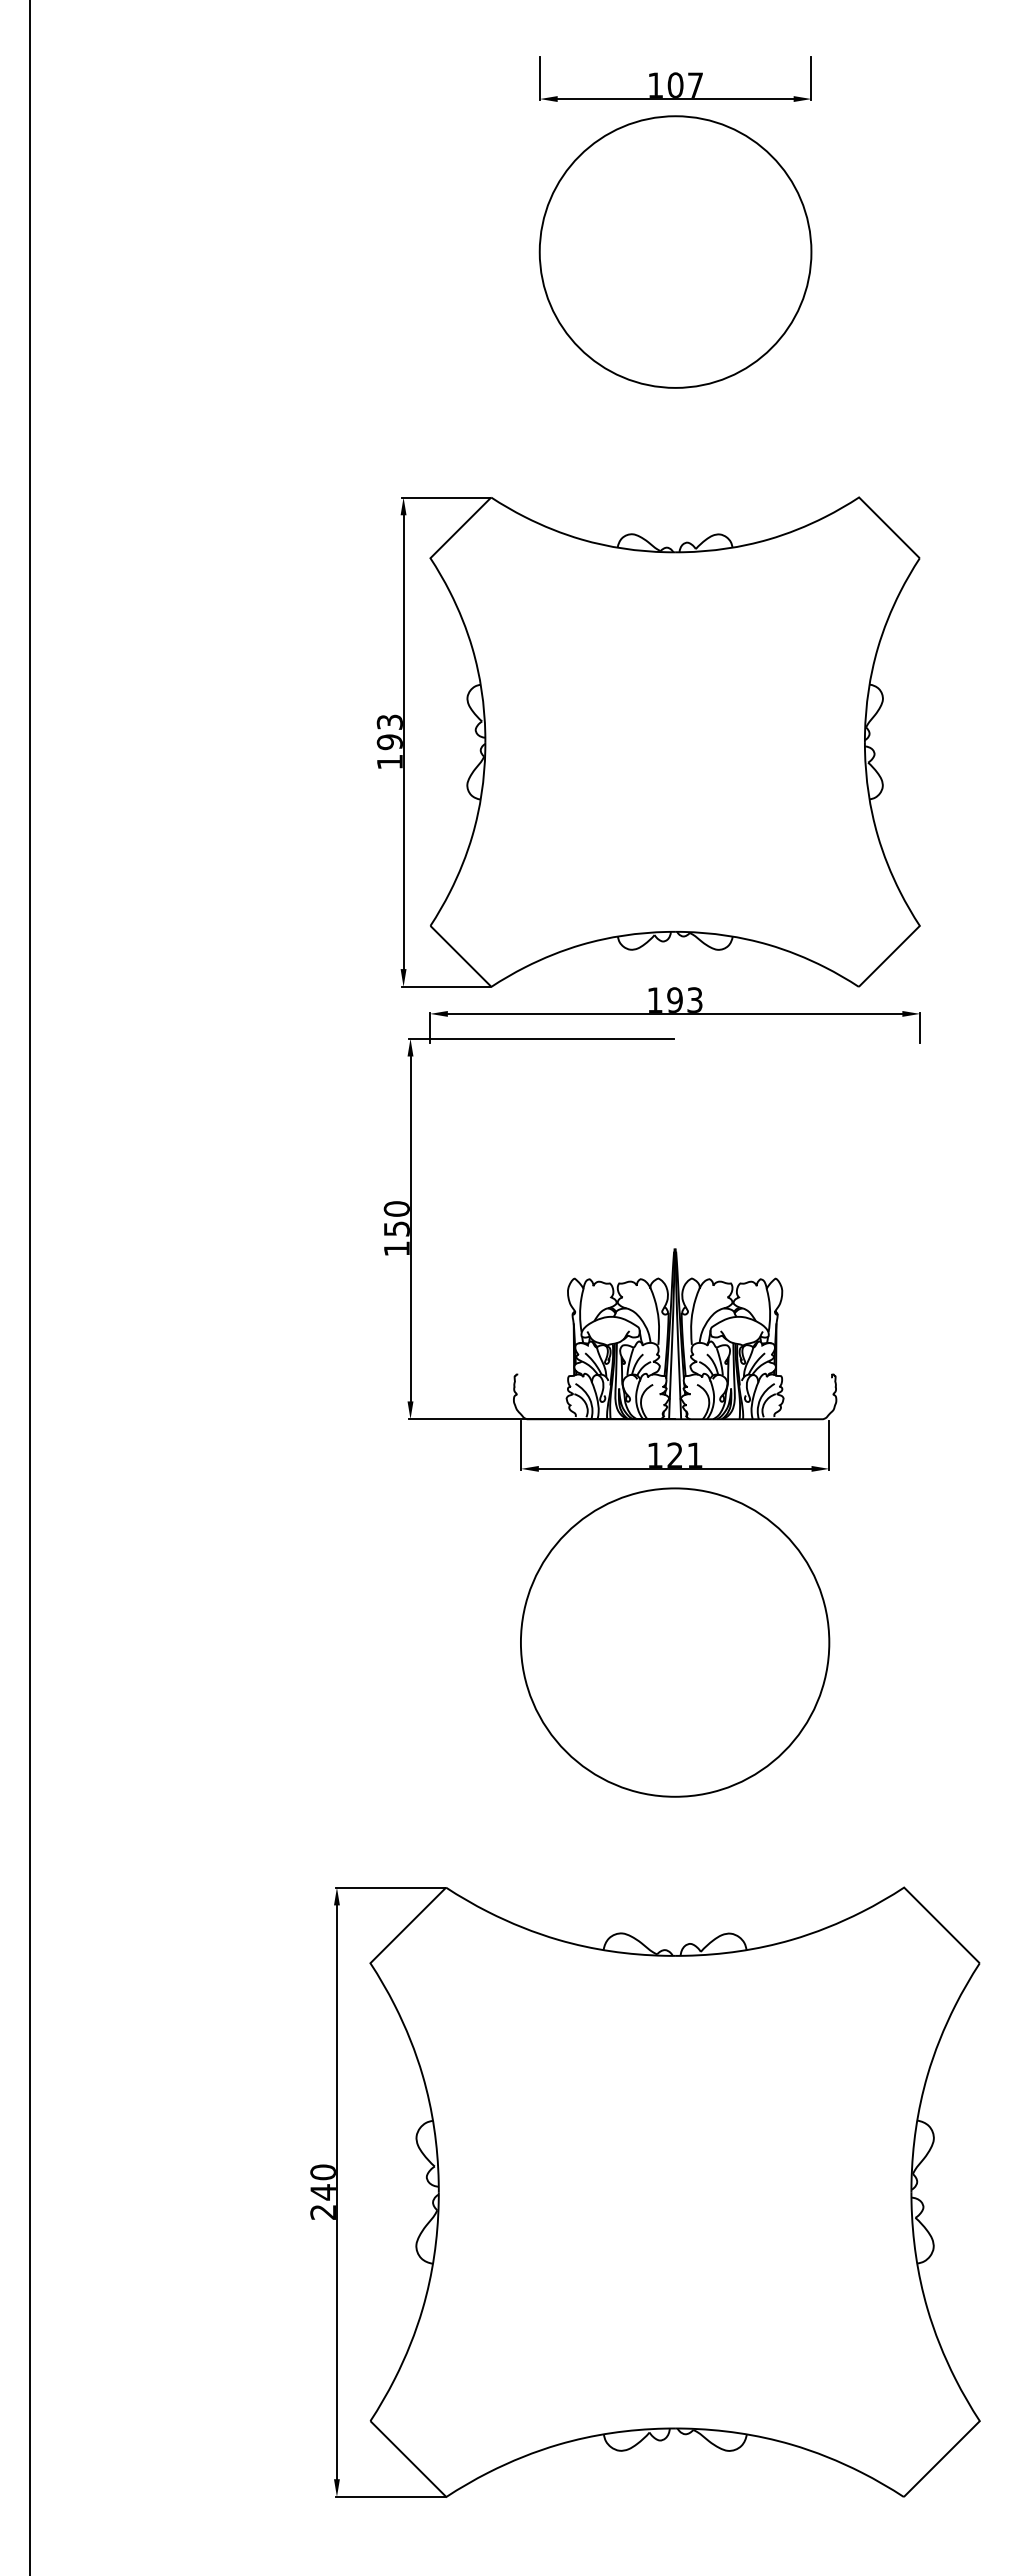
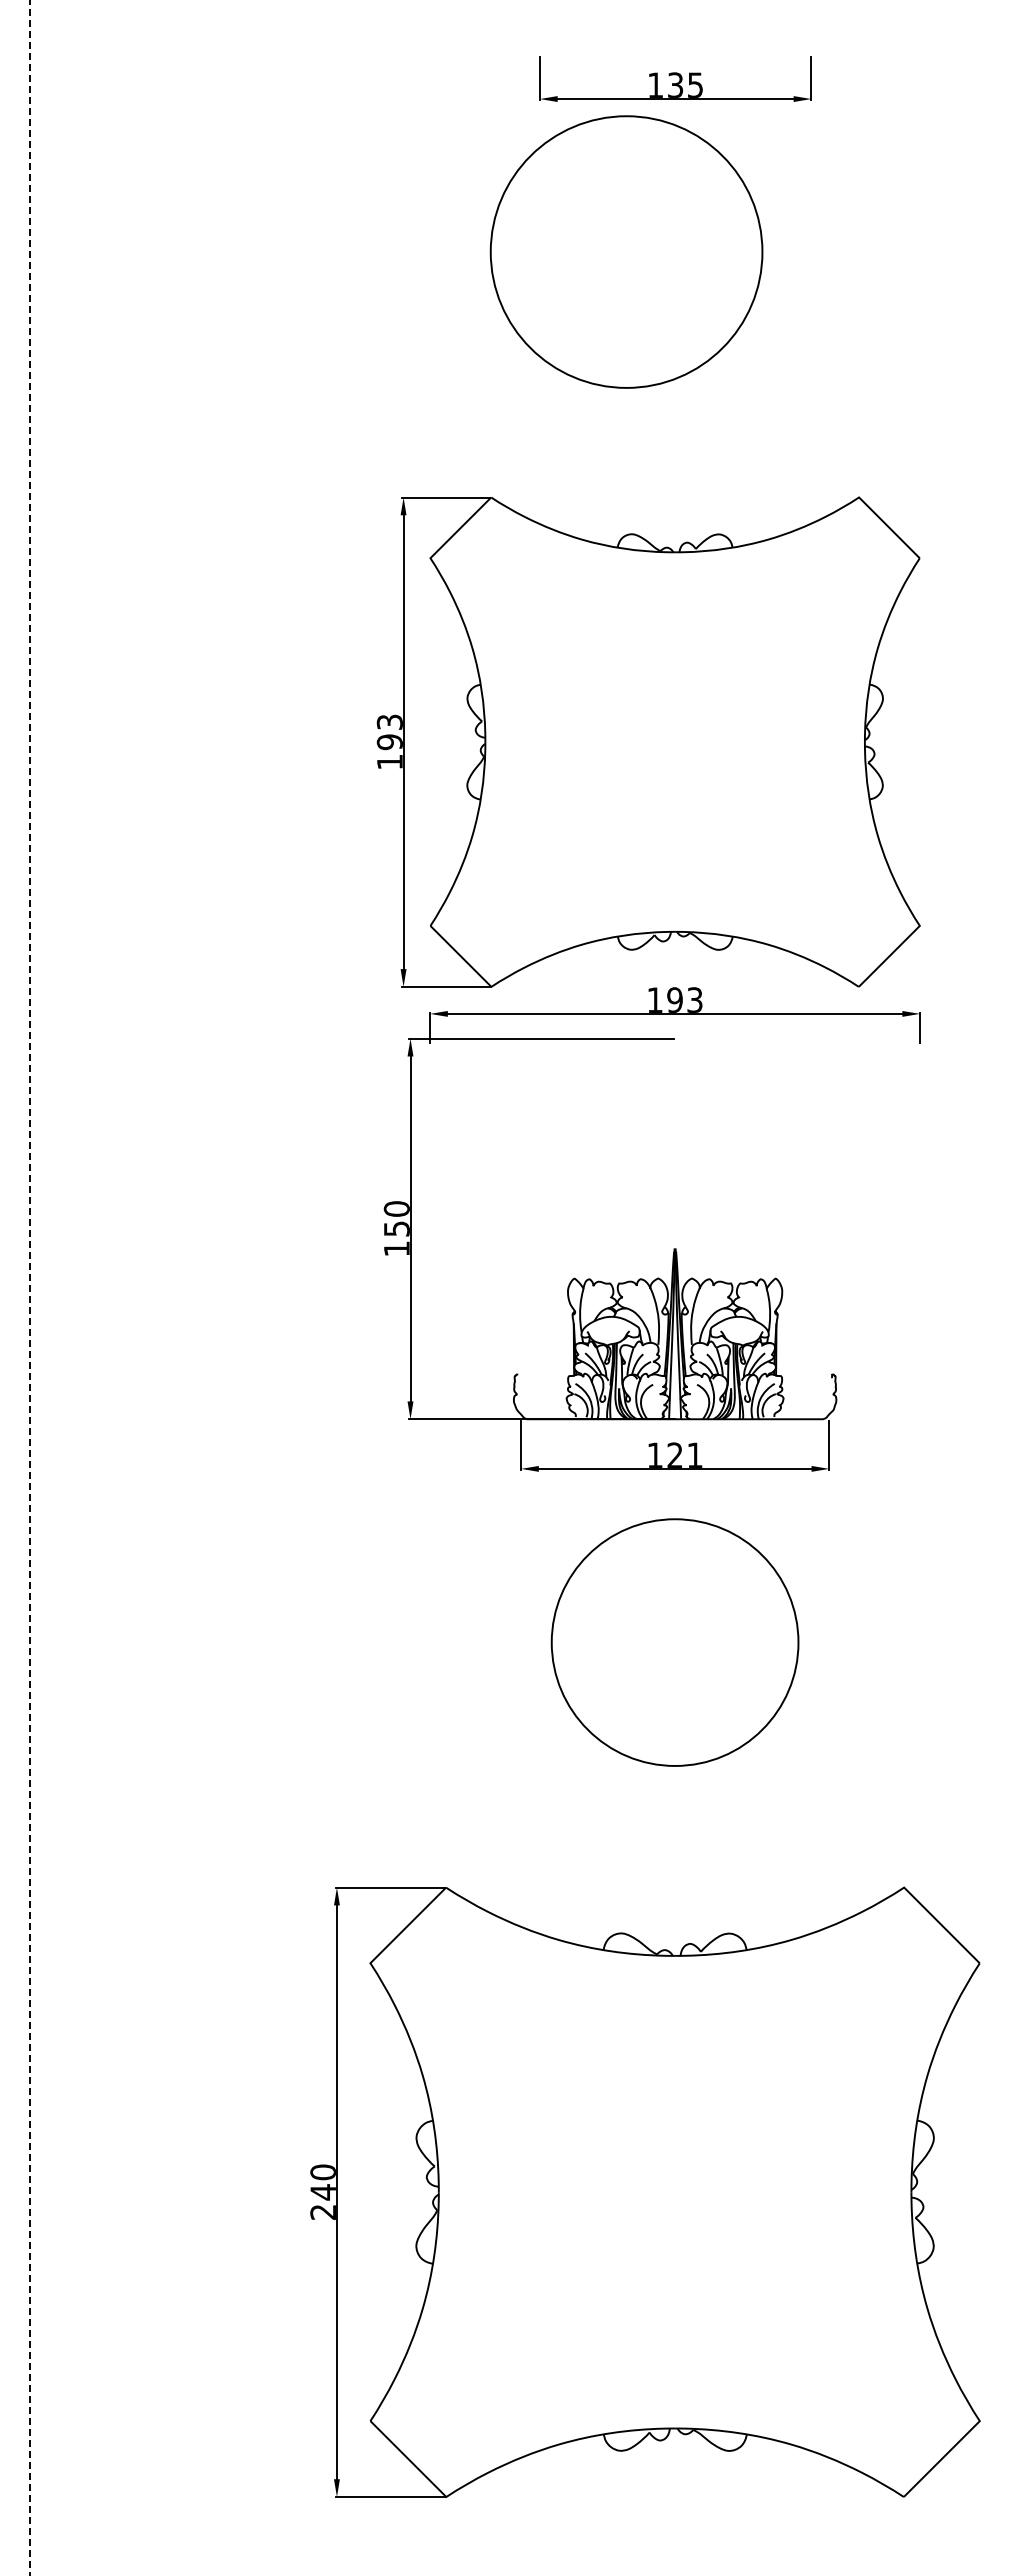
text at (684, 84): 107 -> 135
circle at (675, 251) position: (675, 251) -> (626, 251)
line at (30, 1289): solid -> dashed
circle at (674, 1642) diameter: 308 px -> 247 px
